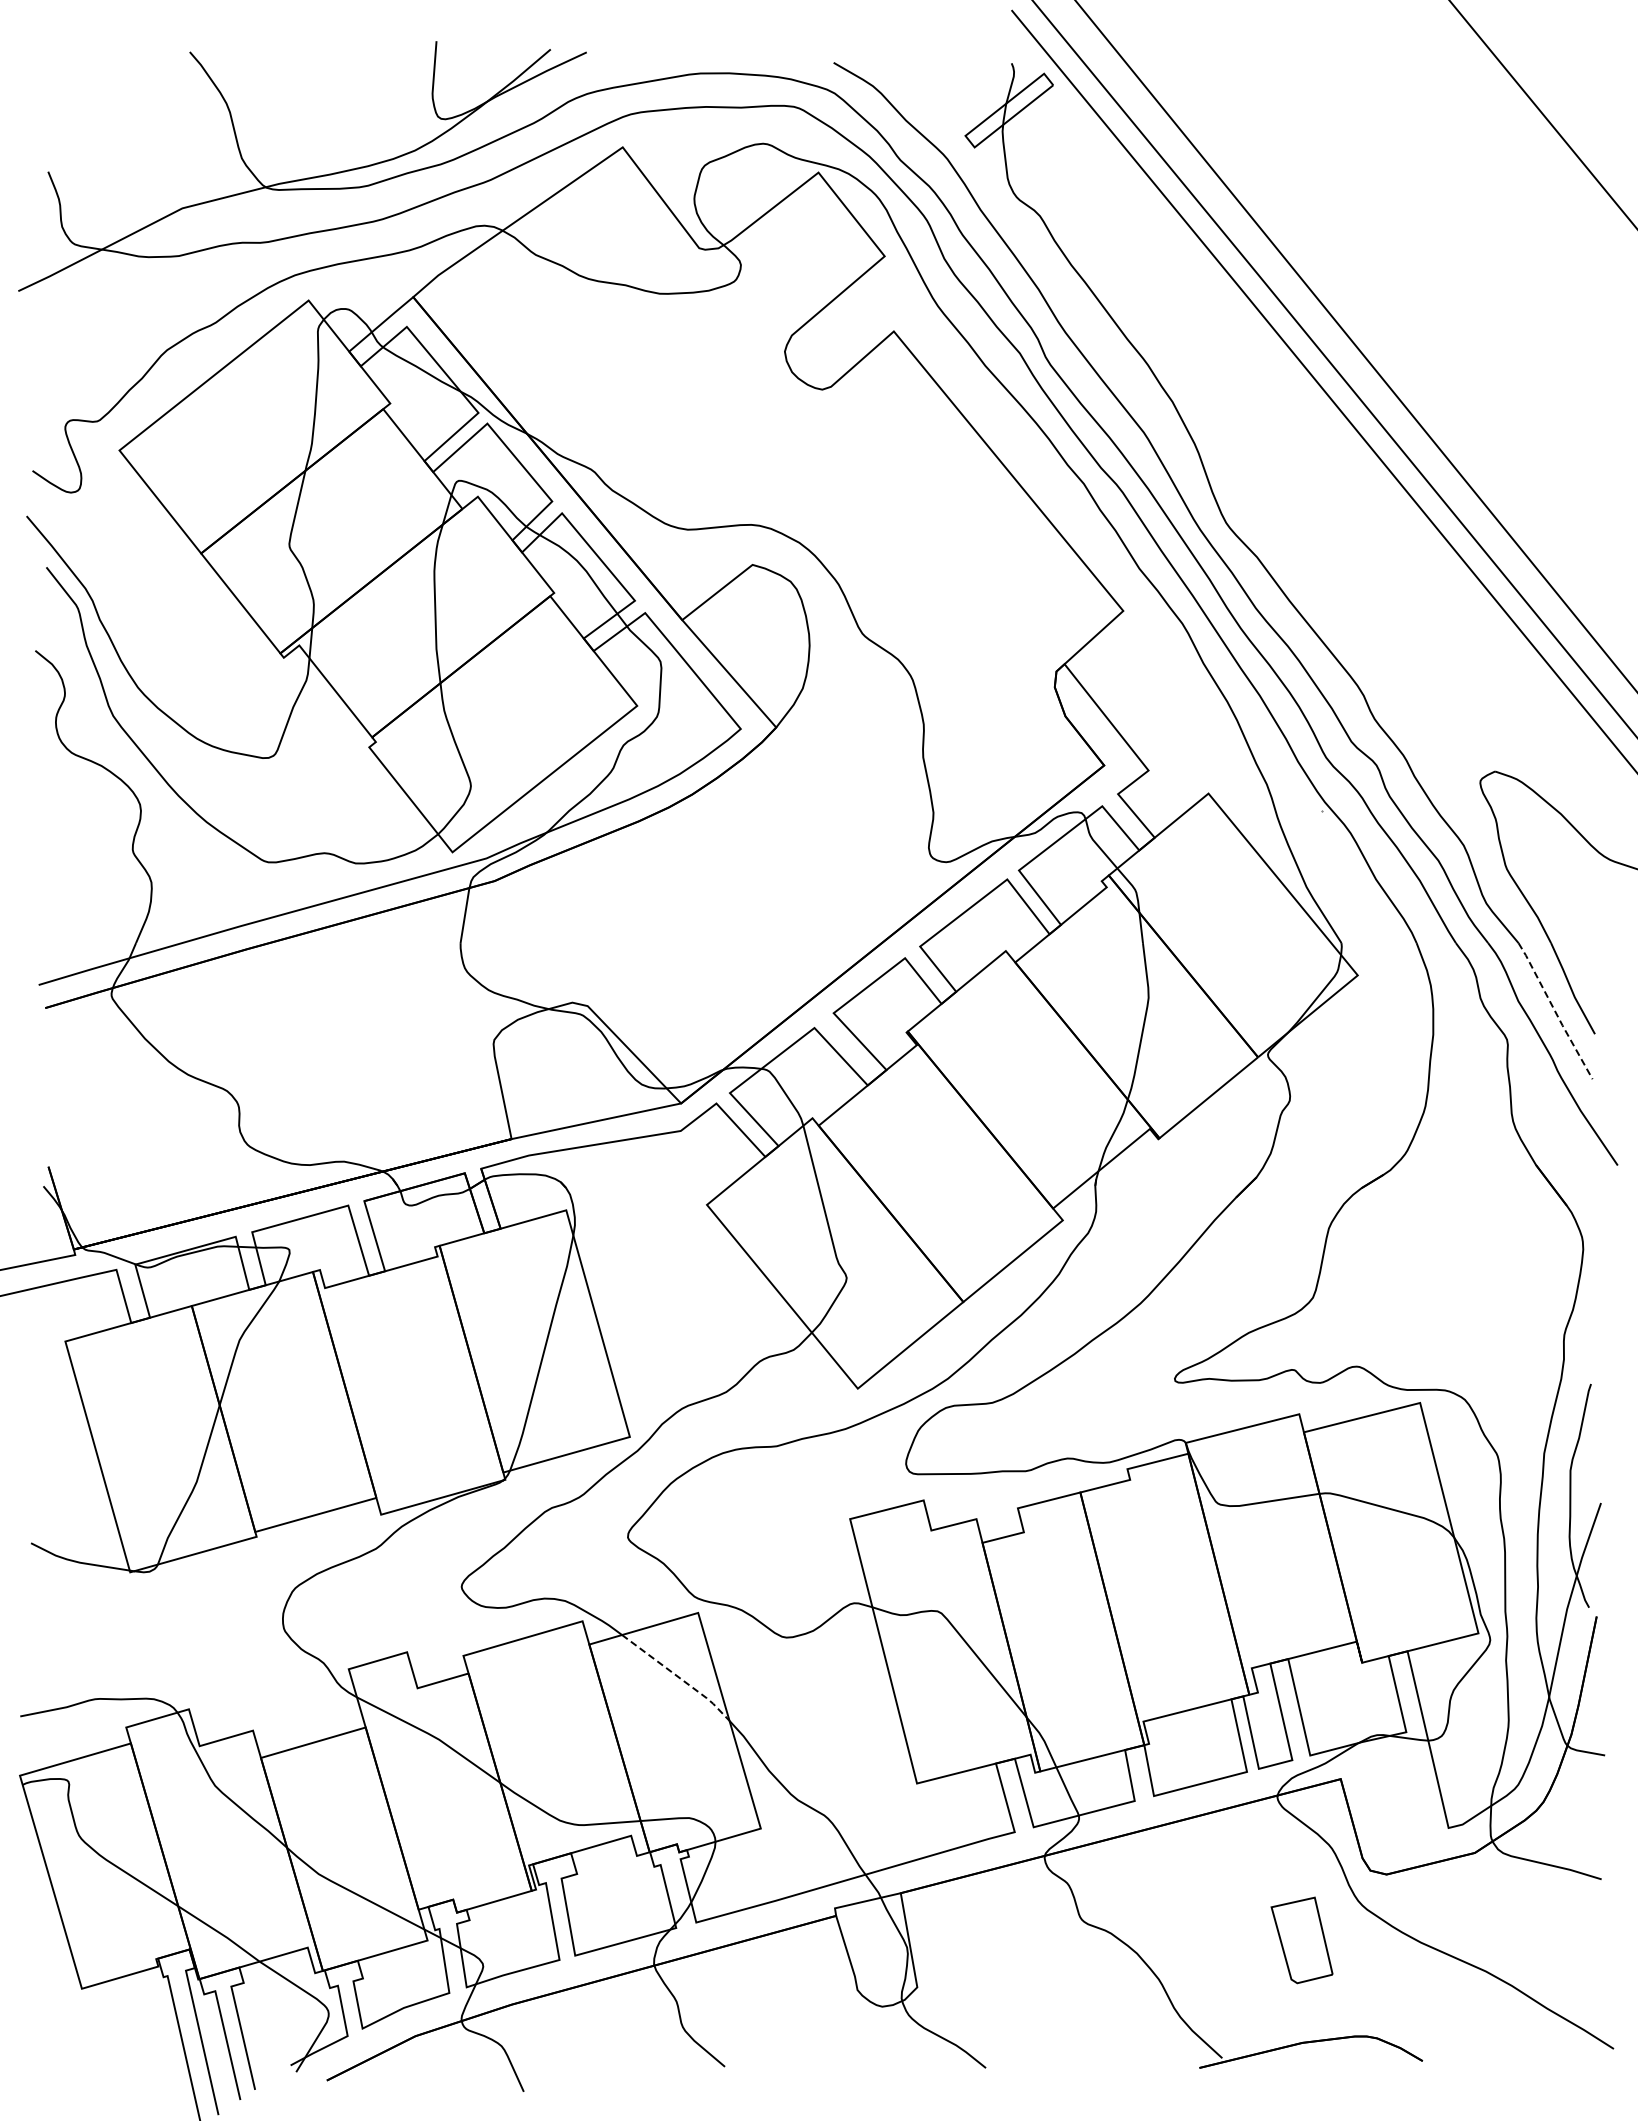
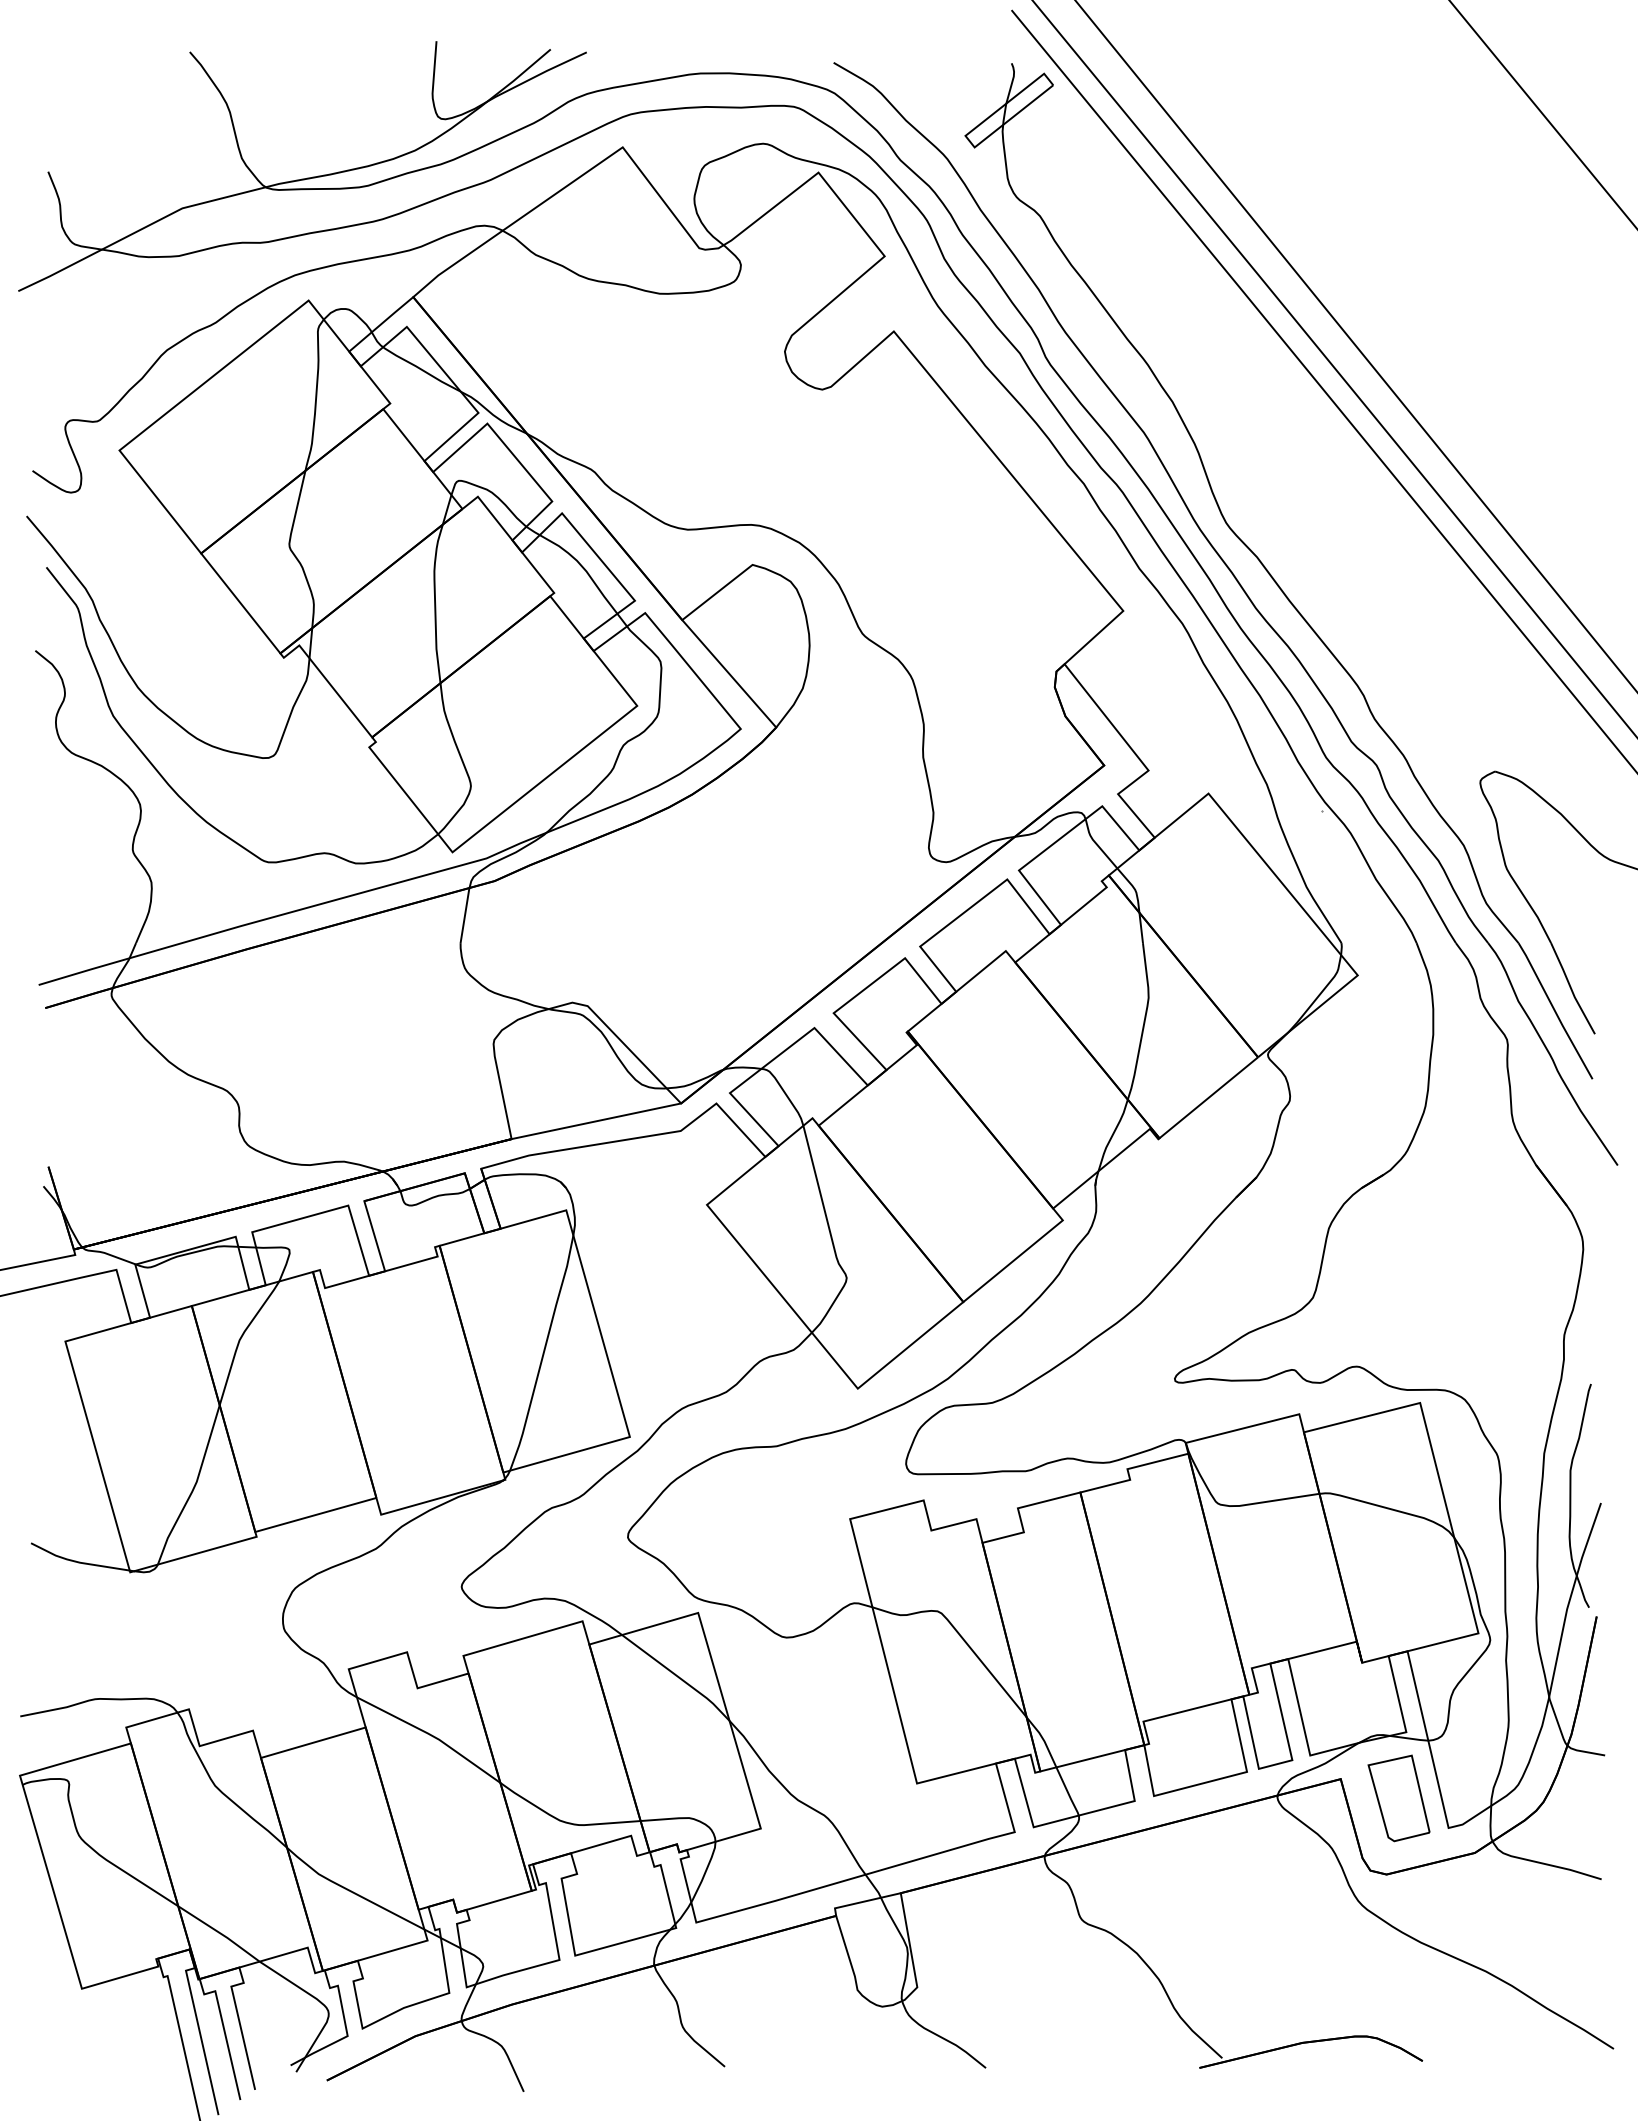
line at (1555, 1011): dashed -> solid
line at (678, 1677): dashed -> solid
part at (1301, 1940) position: (1301, 1940) -> (1398, 1798)
